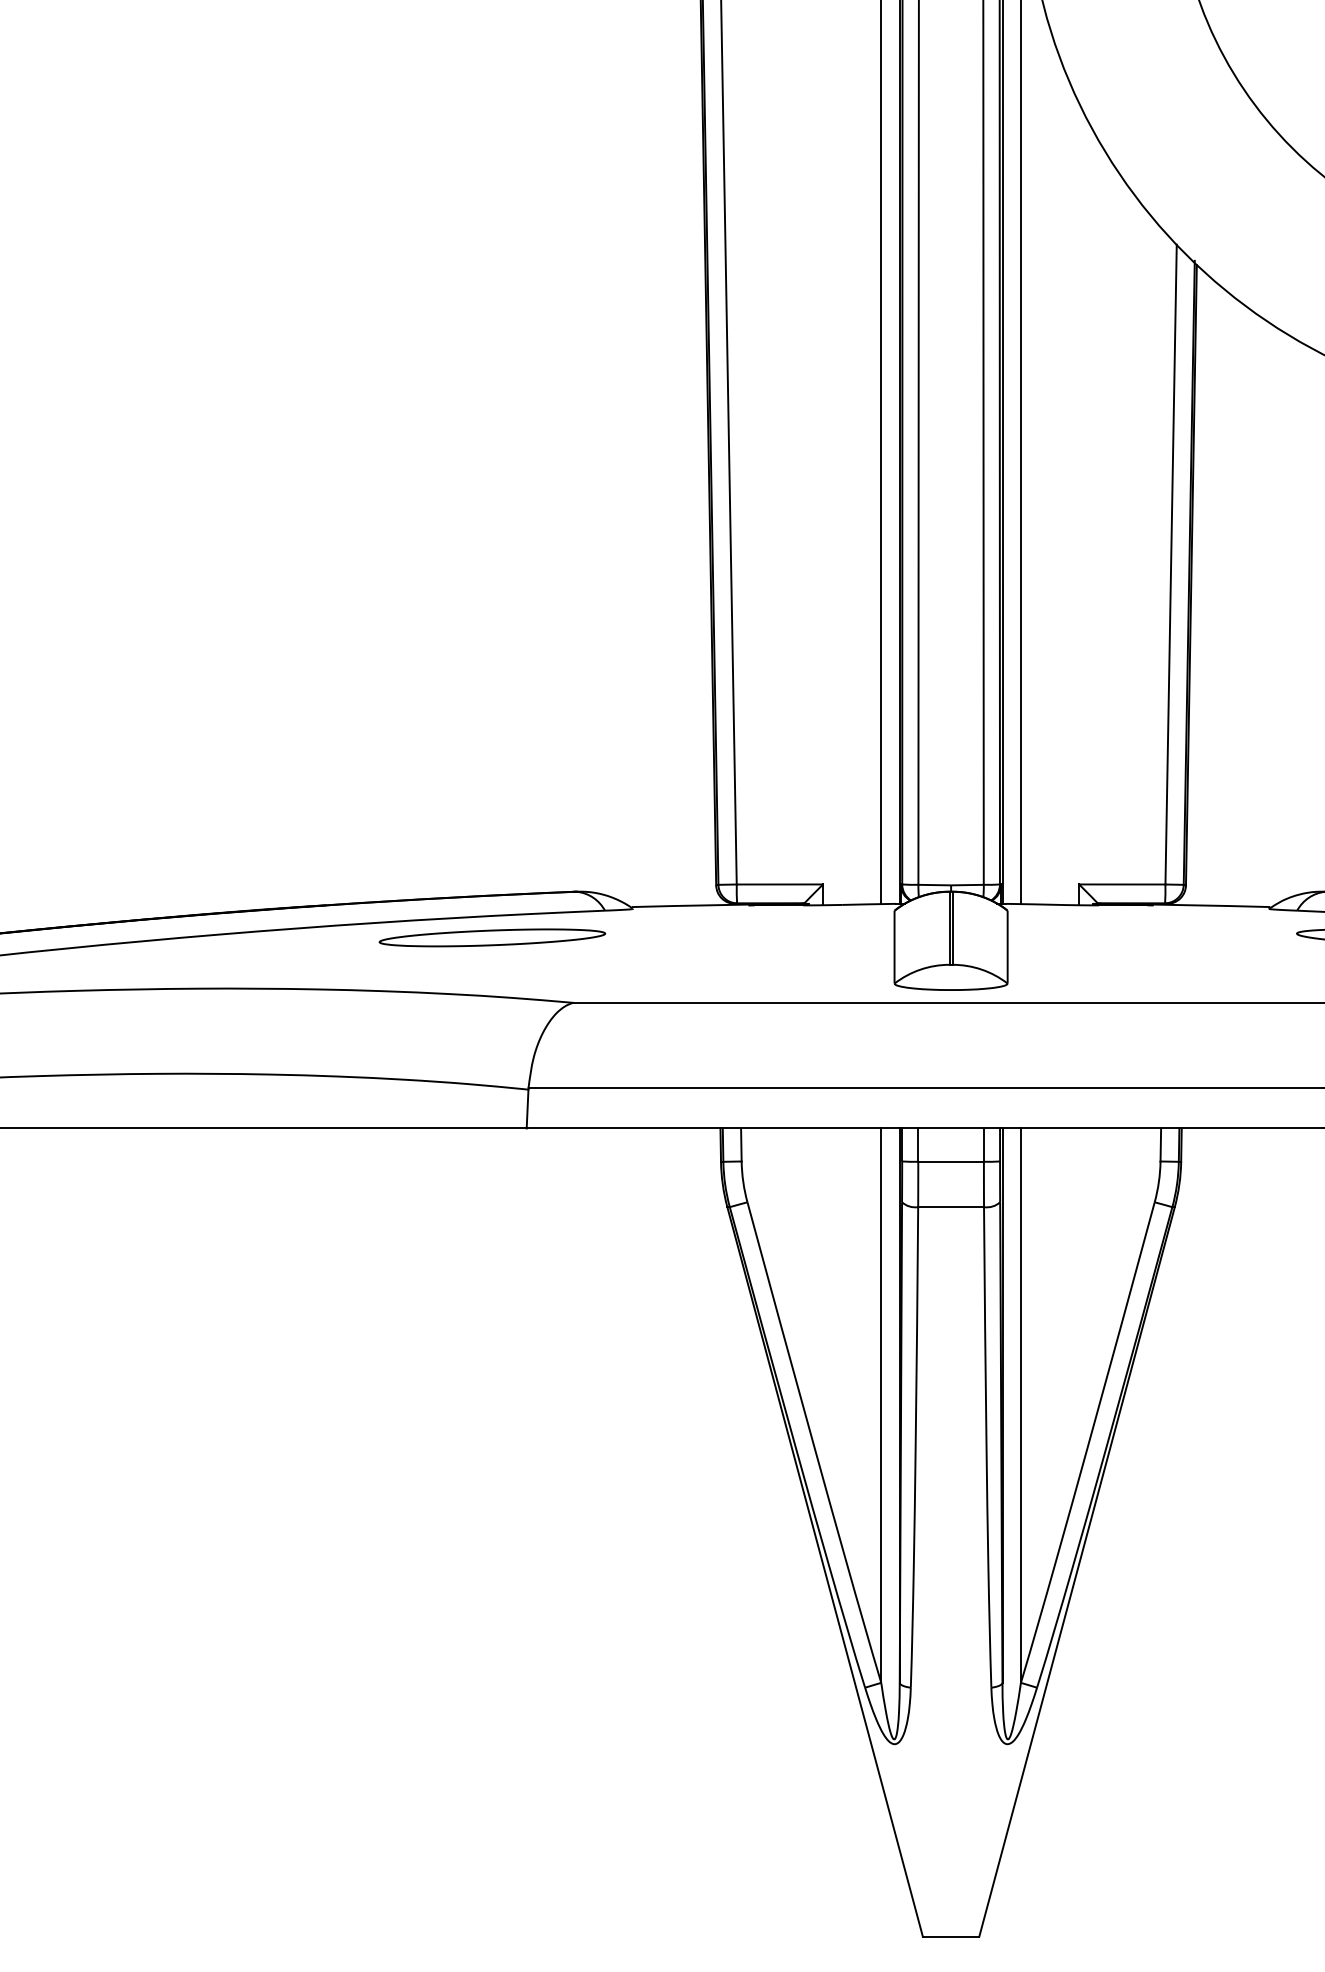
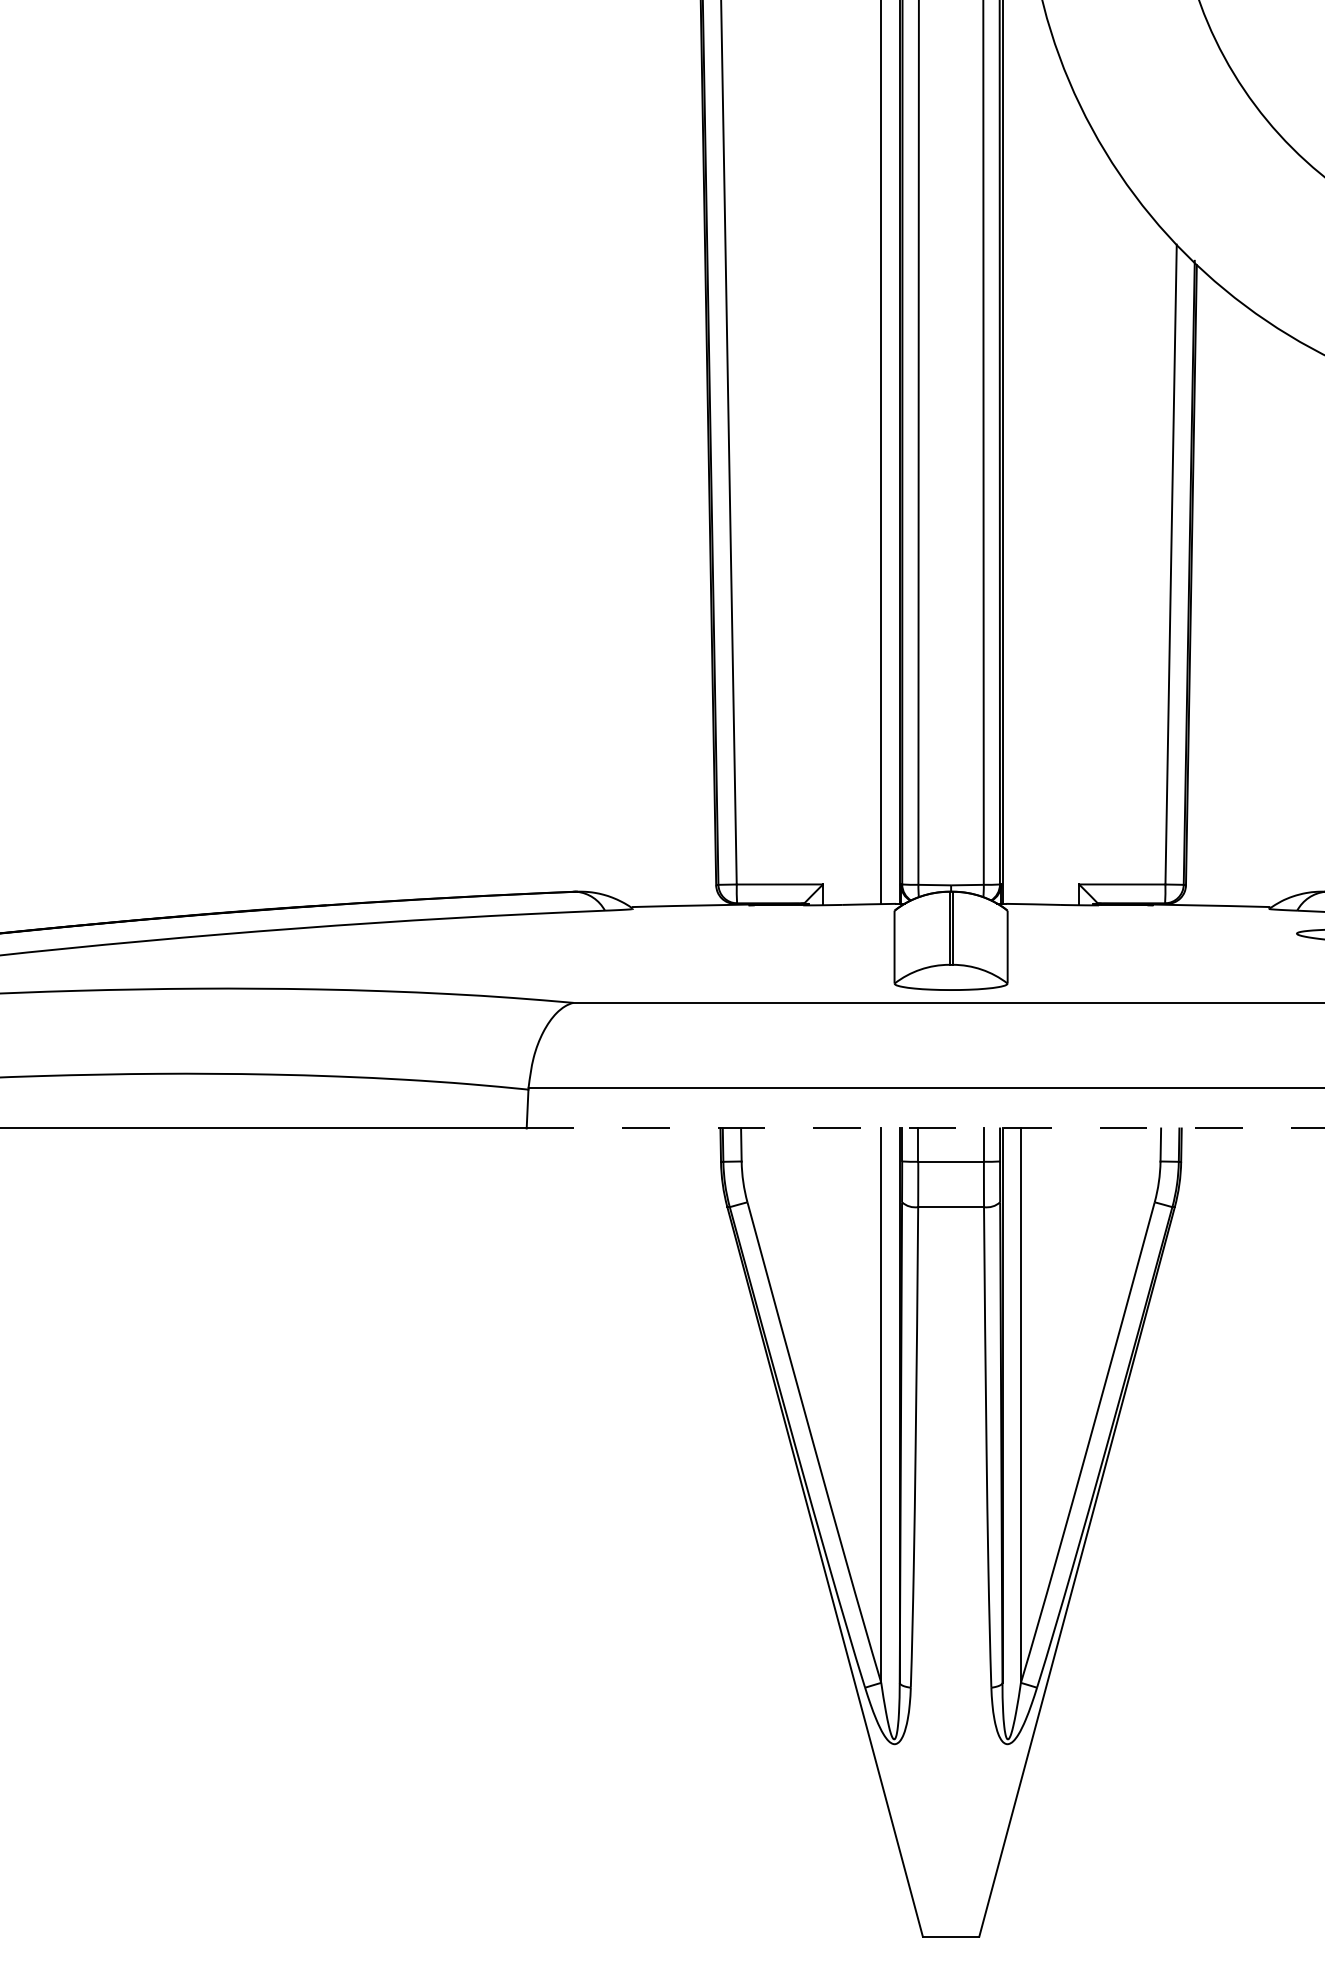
line at (1020, 453): present -> none
part at (492, 937): present -> none
line at (925, 1128): solid -> dashed
